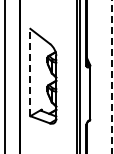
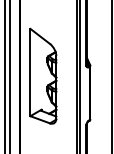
line at (30, 72): dashed -> solid
line at (10, 76): none -> present
line at (112, 77): dashed -> solid
